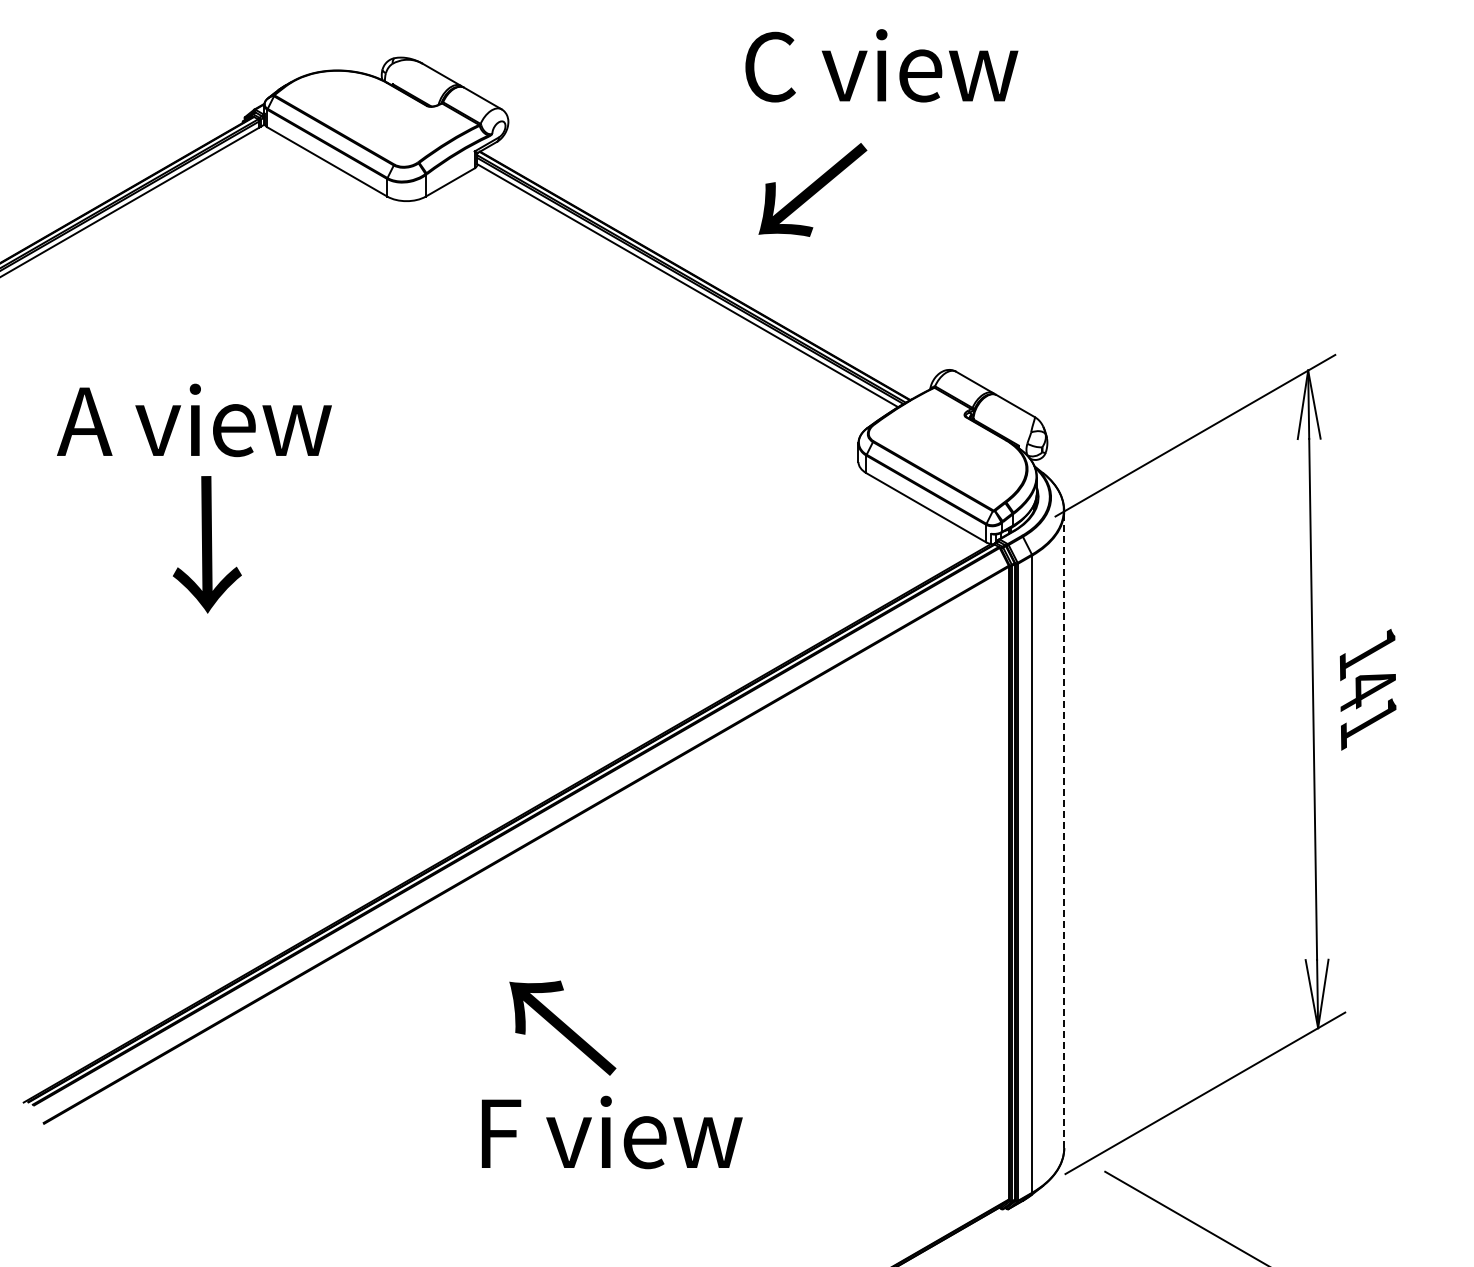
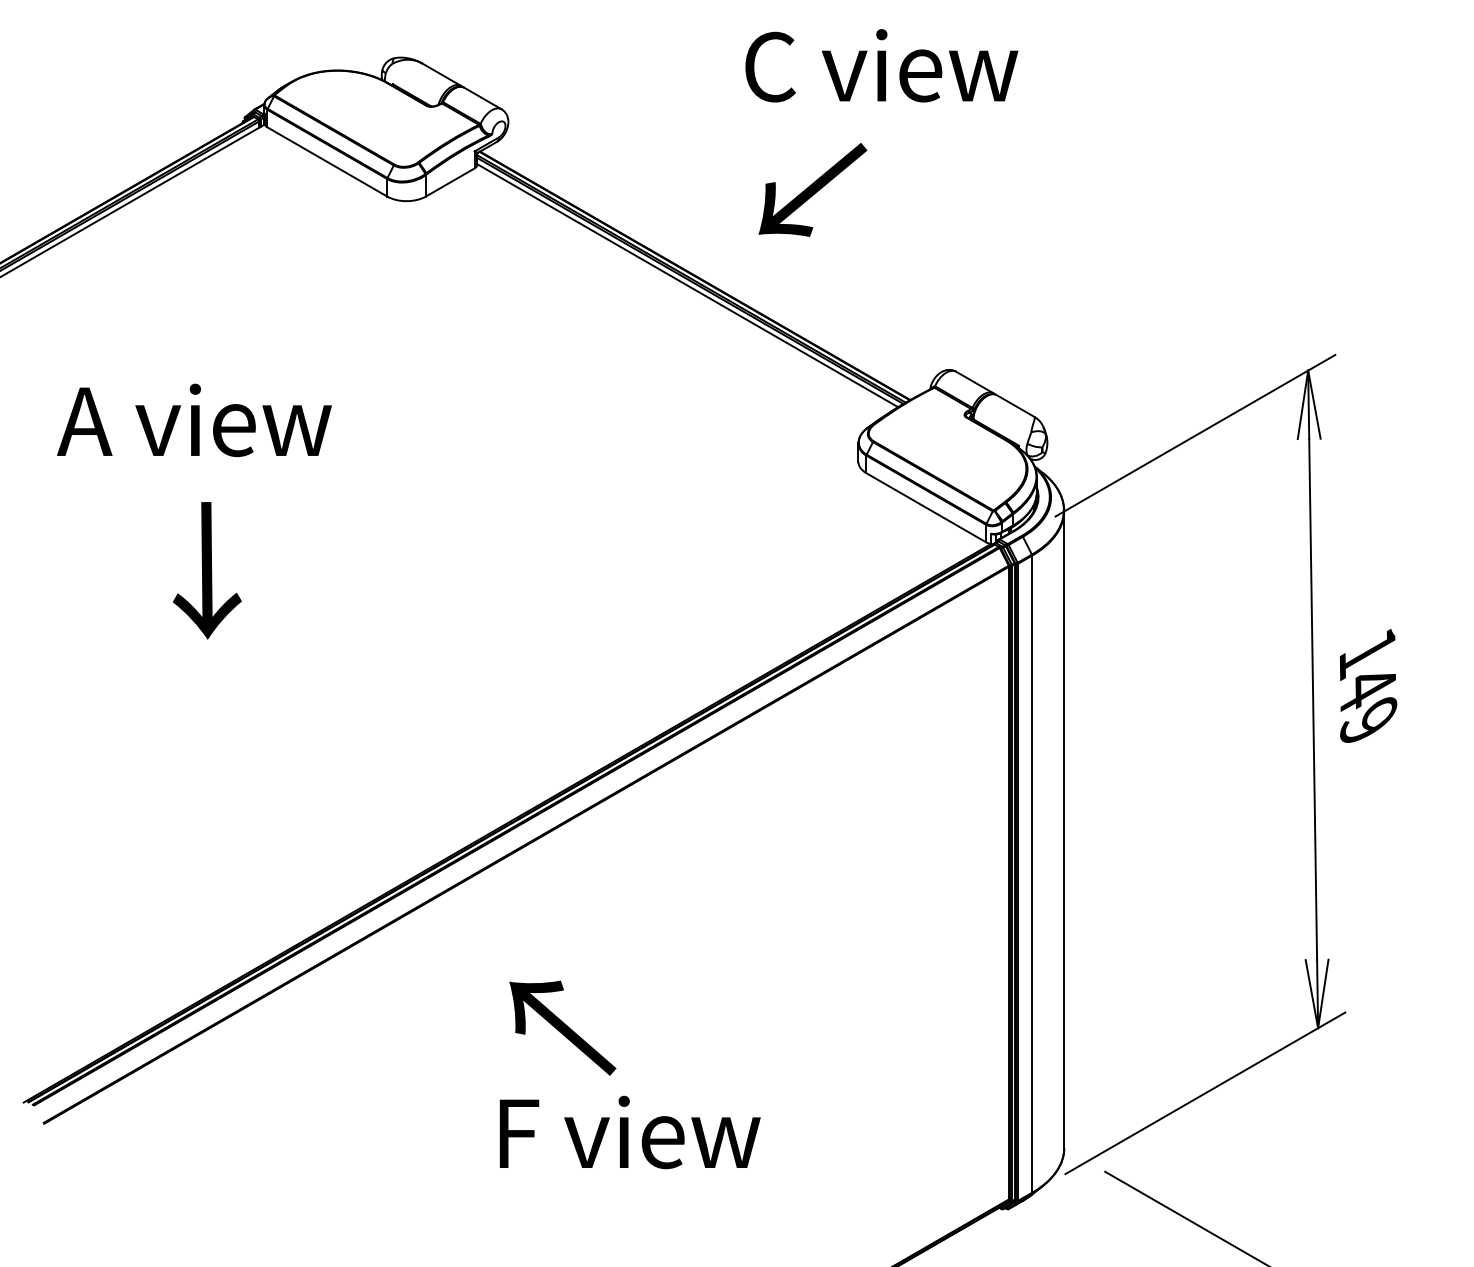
text at (207, 544) position: (207, 544) -> (207, 570)
text at (1368, 723): 141 -> 149
line at (1064, 829): dashed -> solid
text at (611, 1132) position: (611, 1132) -> (629, 1132)
